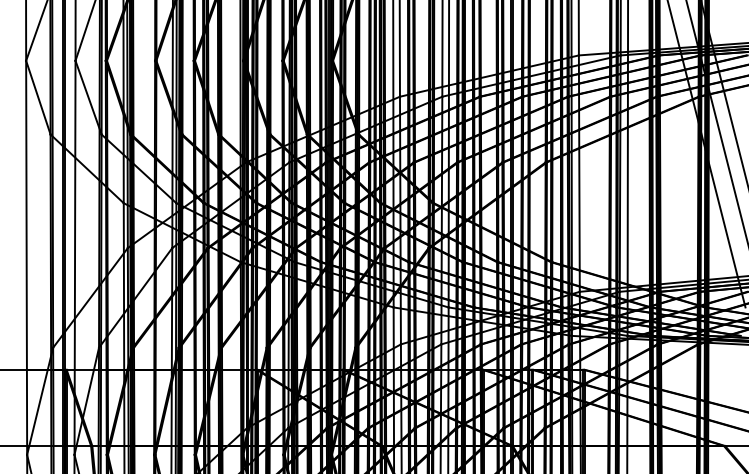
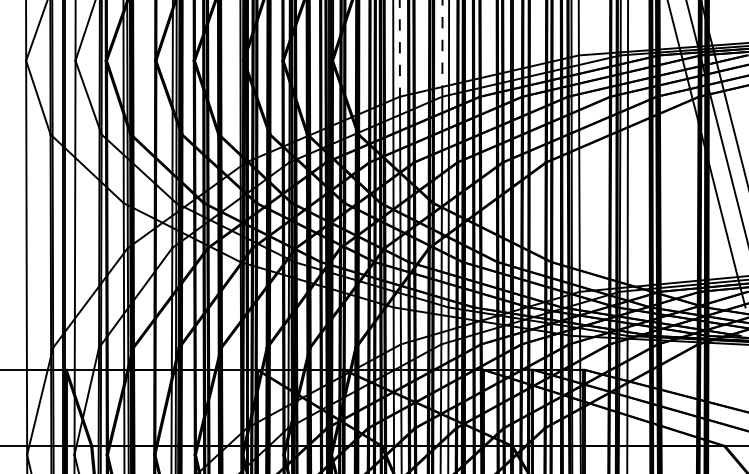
line at (399, 48): solid -> dashed
line at (442, 48): solid -> dashed
